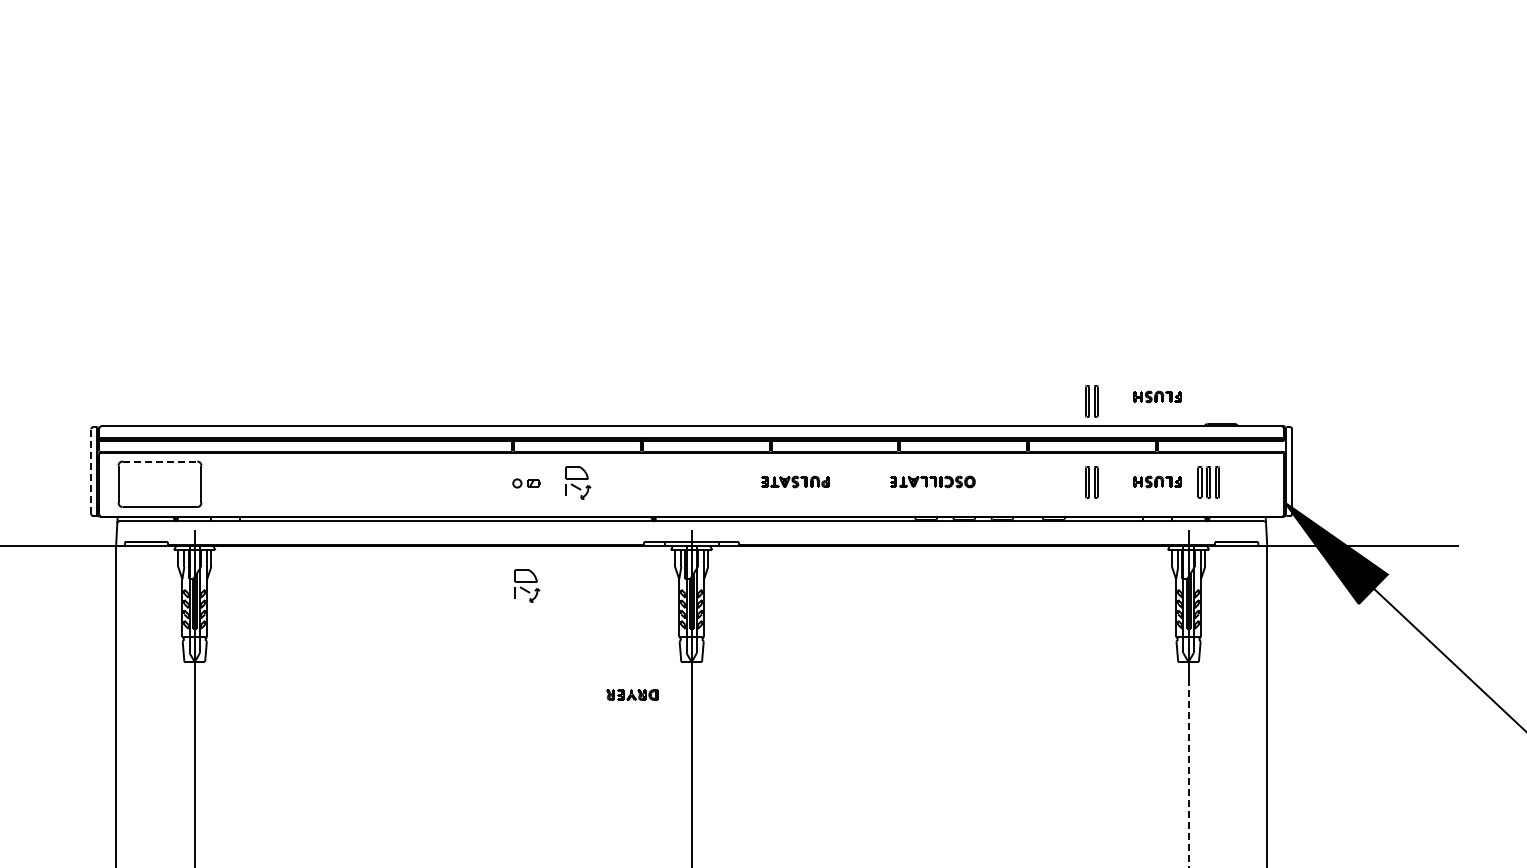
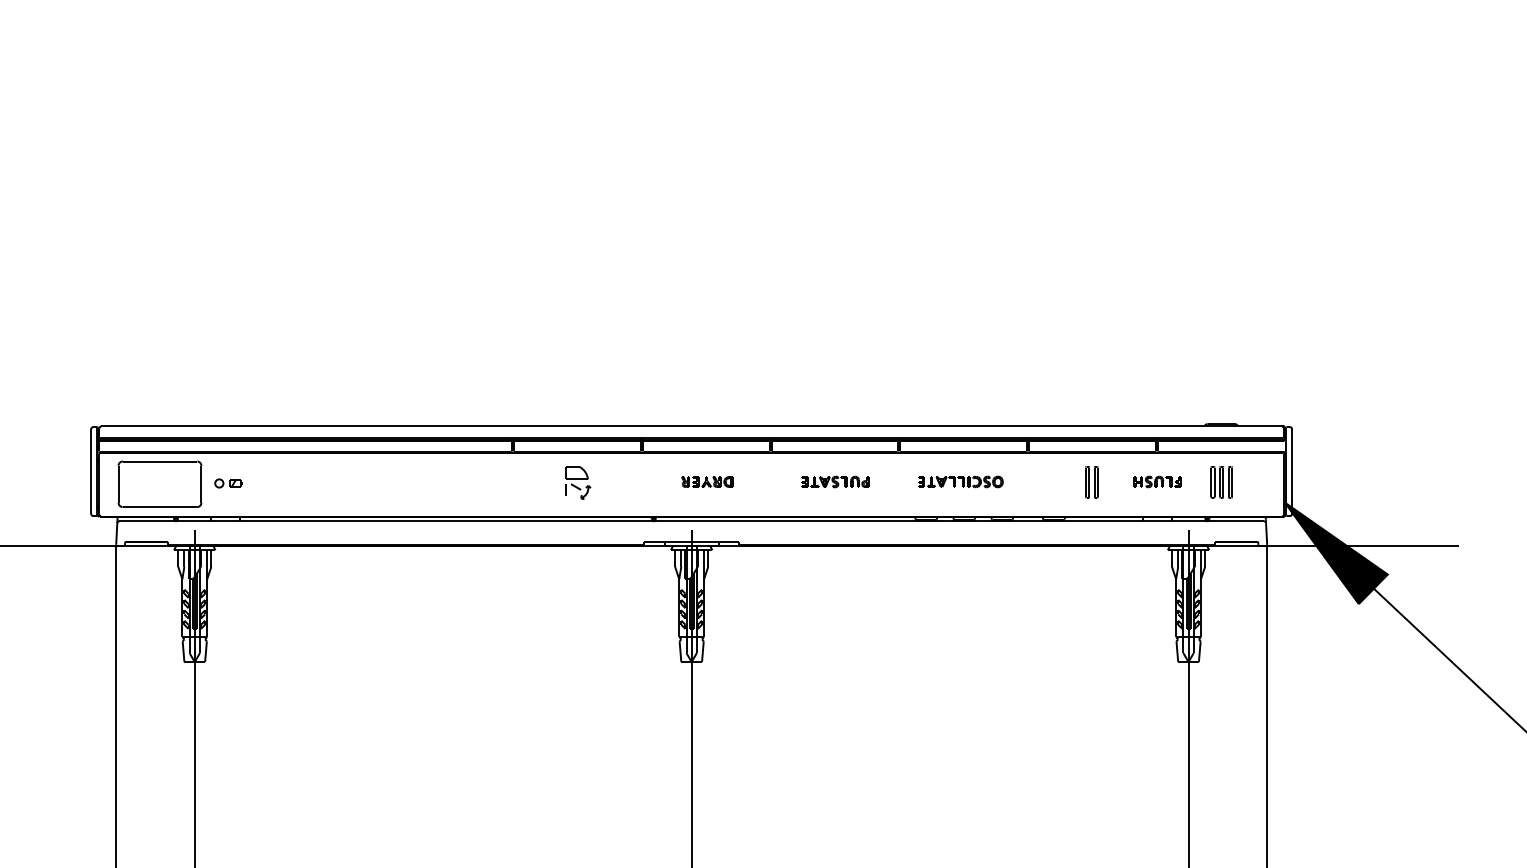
part at (1157, 396): present -> none
part at (1091, 401): present -> none
line at (160, 461): dashed -> solid
line at (91, 471): dashed -> solid
part at (795, 481) position: (795, 481) -> (835, 481)
part at (932, 481) position: (932, 481) -> (960, 481)
part at (1208, 482) position: (1208, 482) -> (1221, 482)
part at (526, 483) position: (526, 483) -> (228, 483)
part at (527, 585): present -> none
part at (632, 694) position: (632, 694) -> (707, 481)
line at (1188, 773): dashed -> solid
